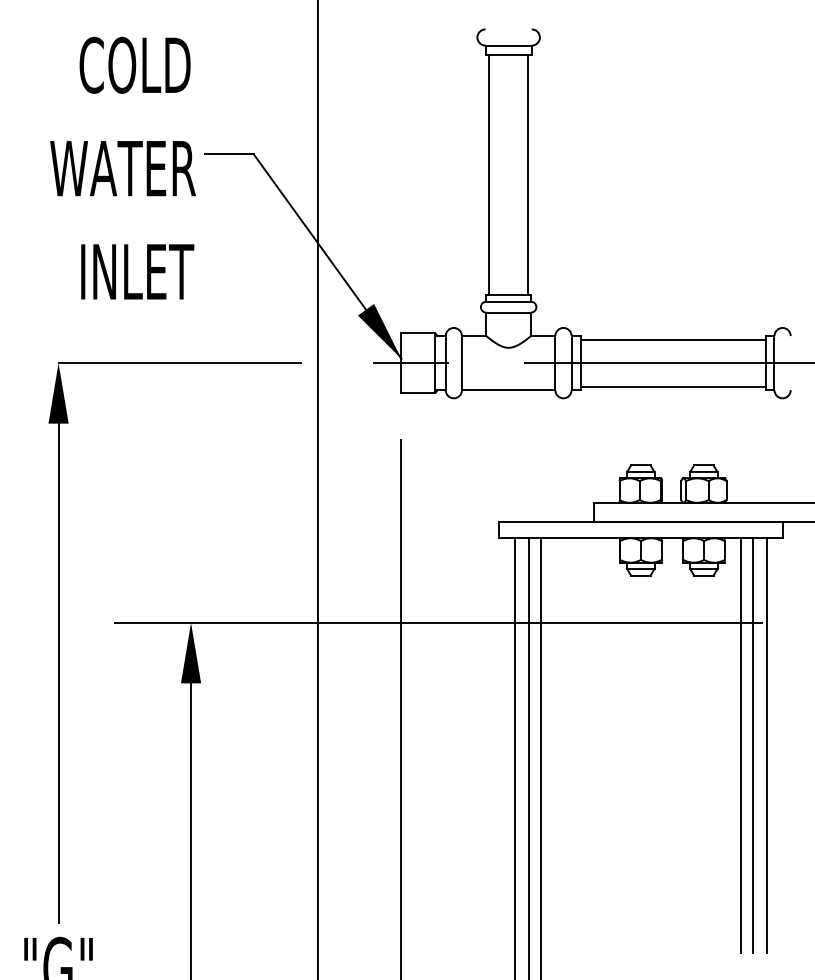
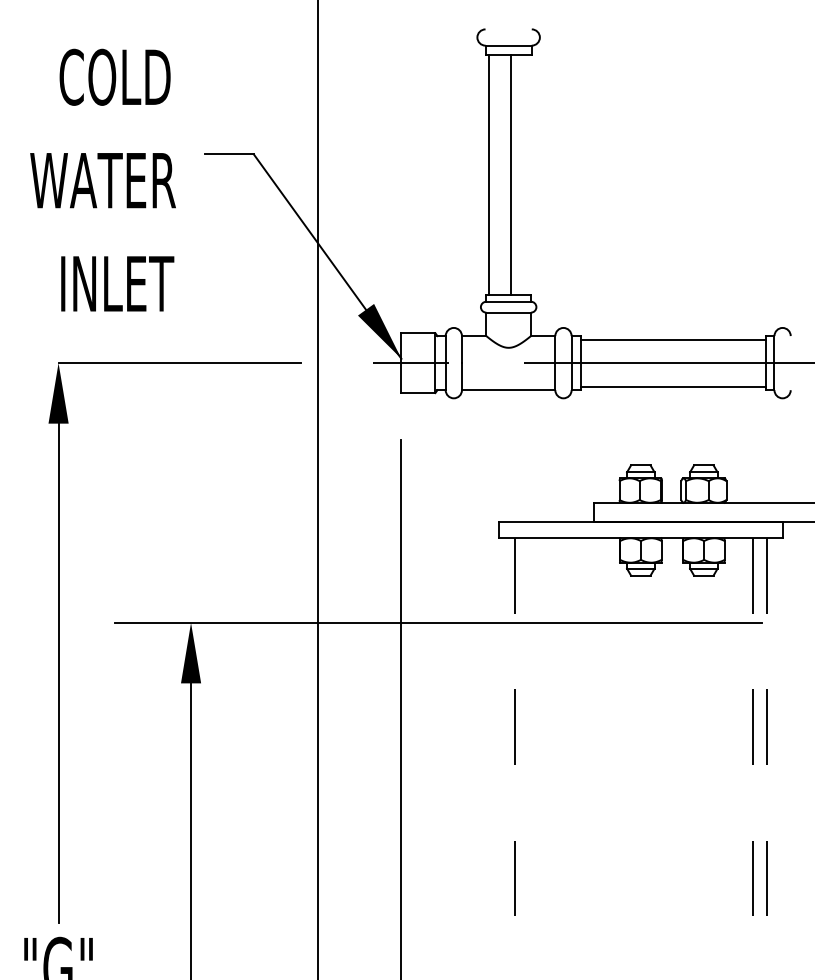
text at (122, 167) position: (122, 167) -> (102, 179)
line at (528, 174) position: (528, 174) -> (511, 174)
line at (740, 745): present -> none
line at (753, 745): solid -> dashed
line at (766, 745): solid -> dashed
line at (528, 757): present -> none
line at (541, 757): present -> none
line at (514, 759): solid -> dashed
